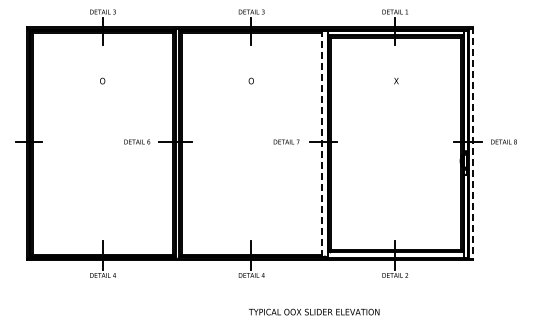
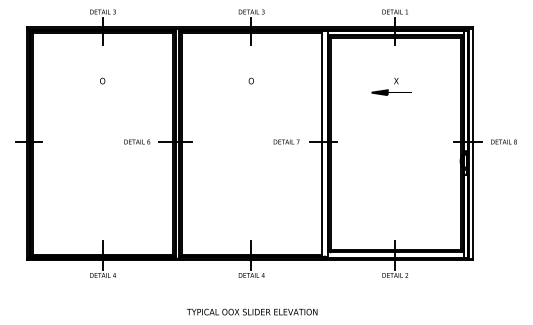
part at (391, 92): none -> present
line at (322, 143): dashed -> solid
line at (473, 144): dashed -> solid
text at (314, 311) position: (314, 311) -> (252, 311)
